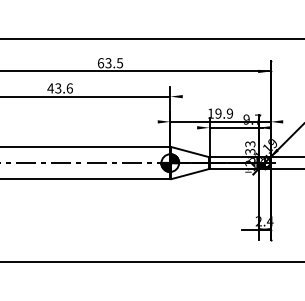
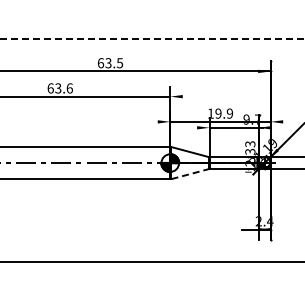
line at (152, 39): solid -> dashed
text at (50, 88): 43.6 -> 63.6
line at (190, 174): solid -> dashed
